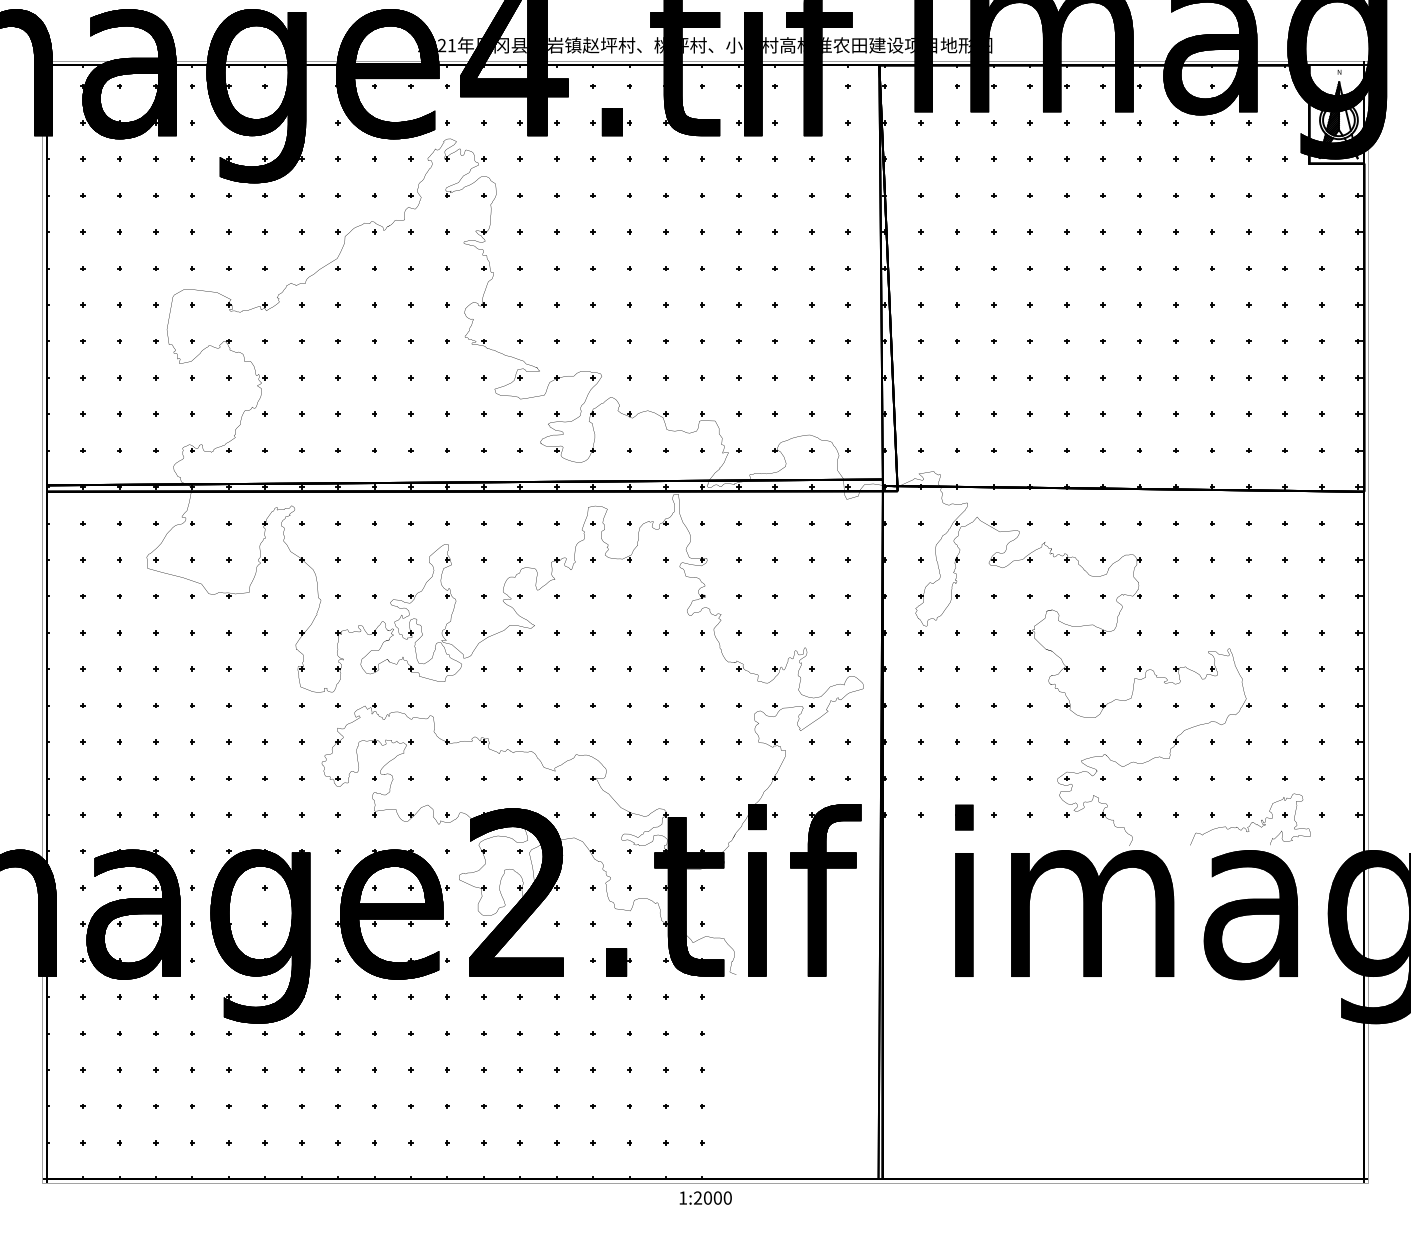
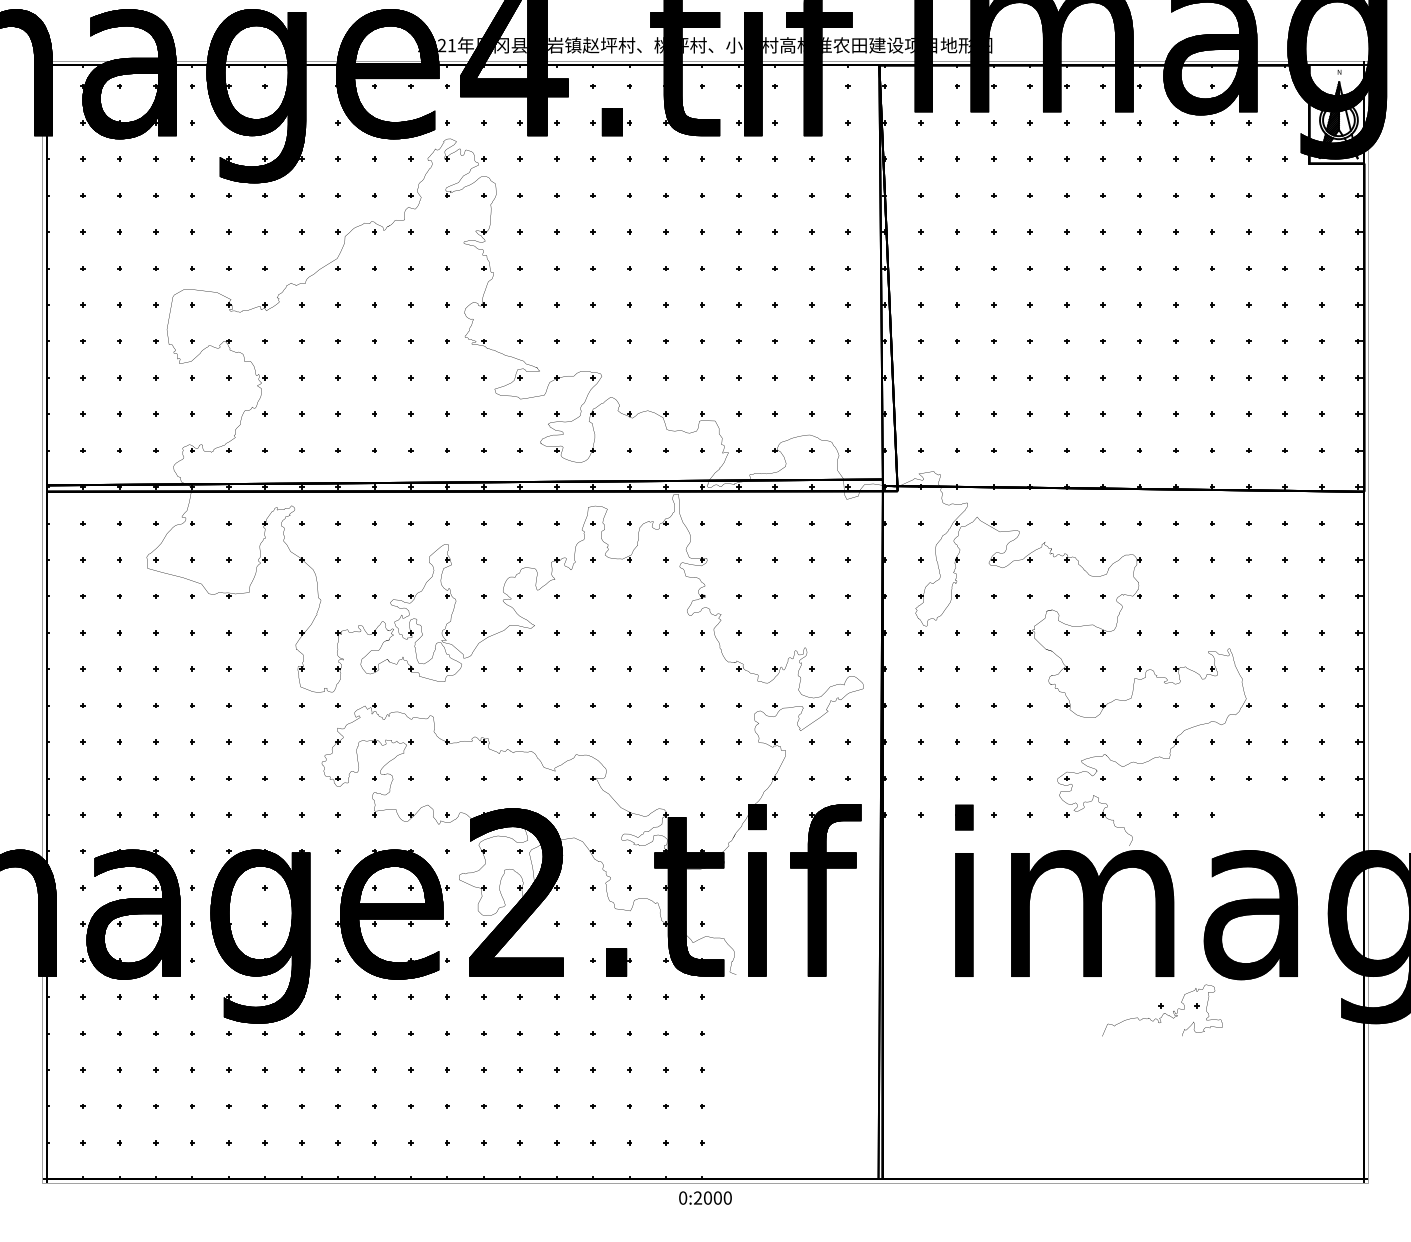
part at (1250, 819) position: (1250, 819) -> (1162, 1010)
text at (683, 1197): 1:2000 -> 0:2000
